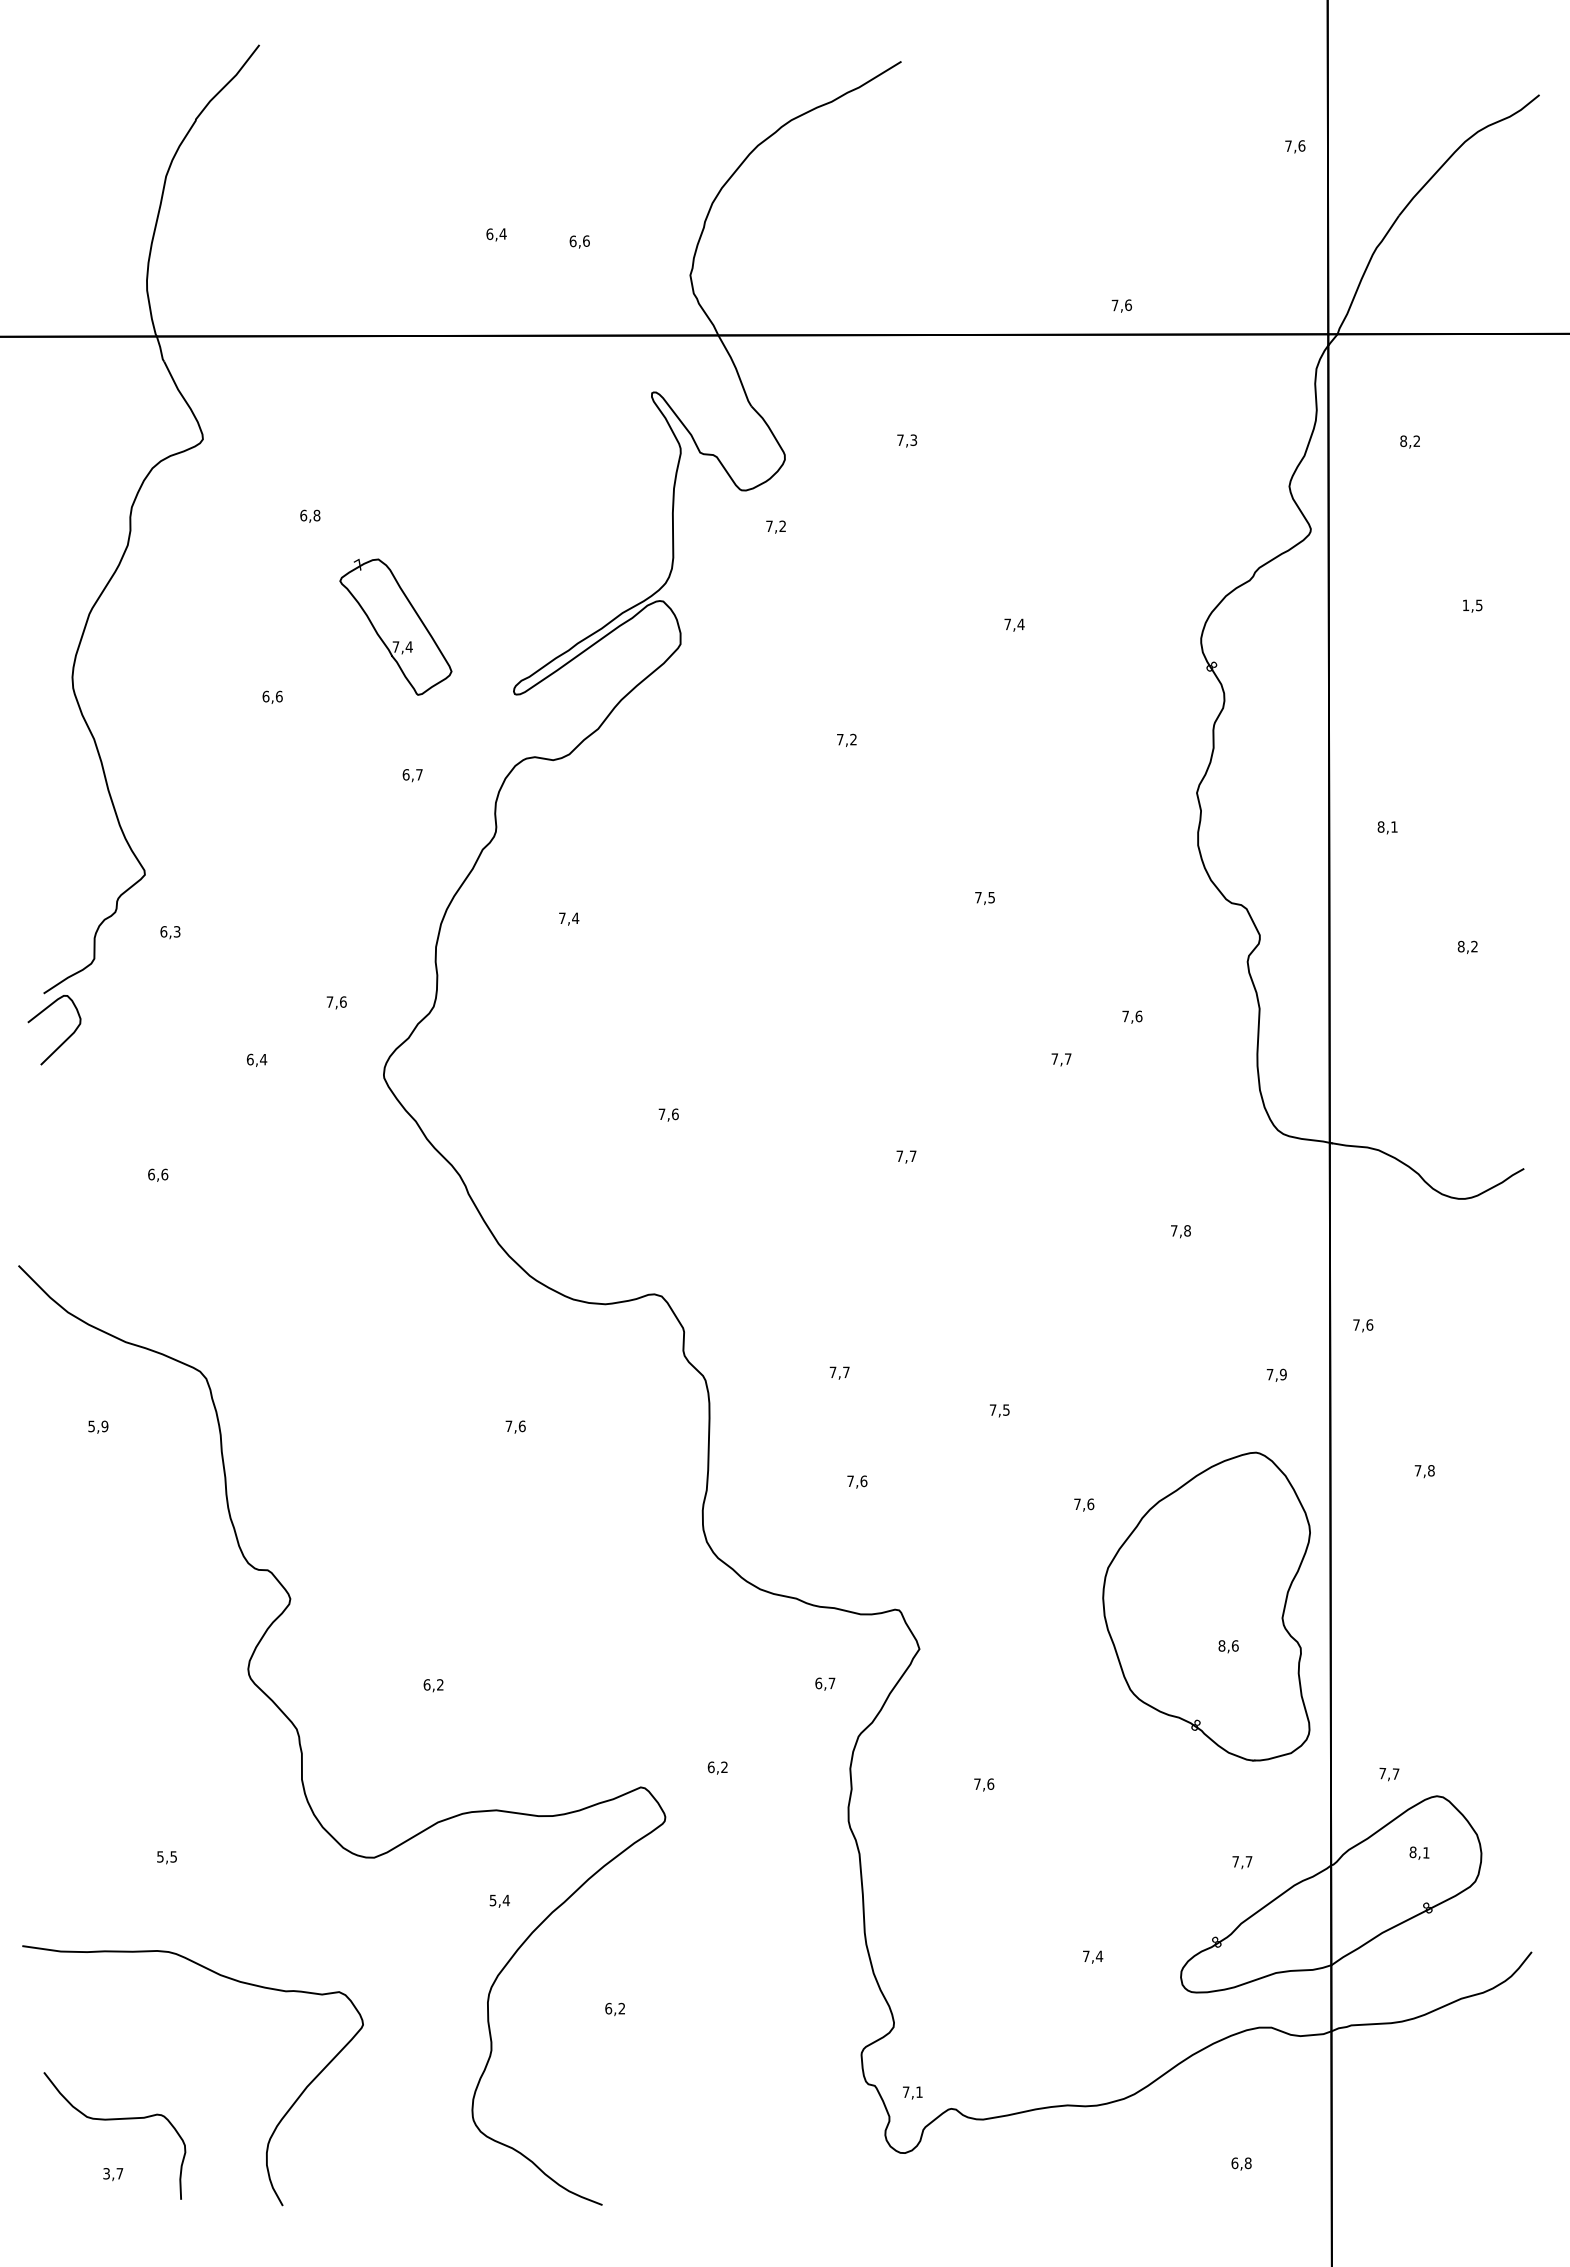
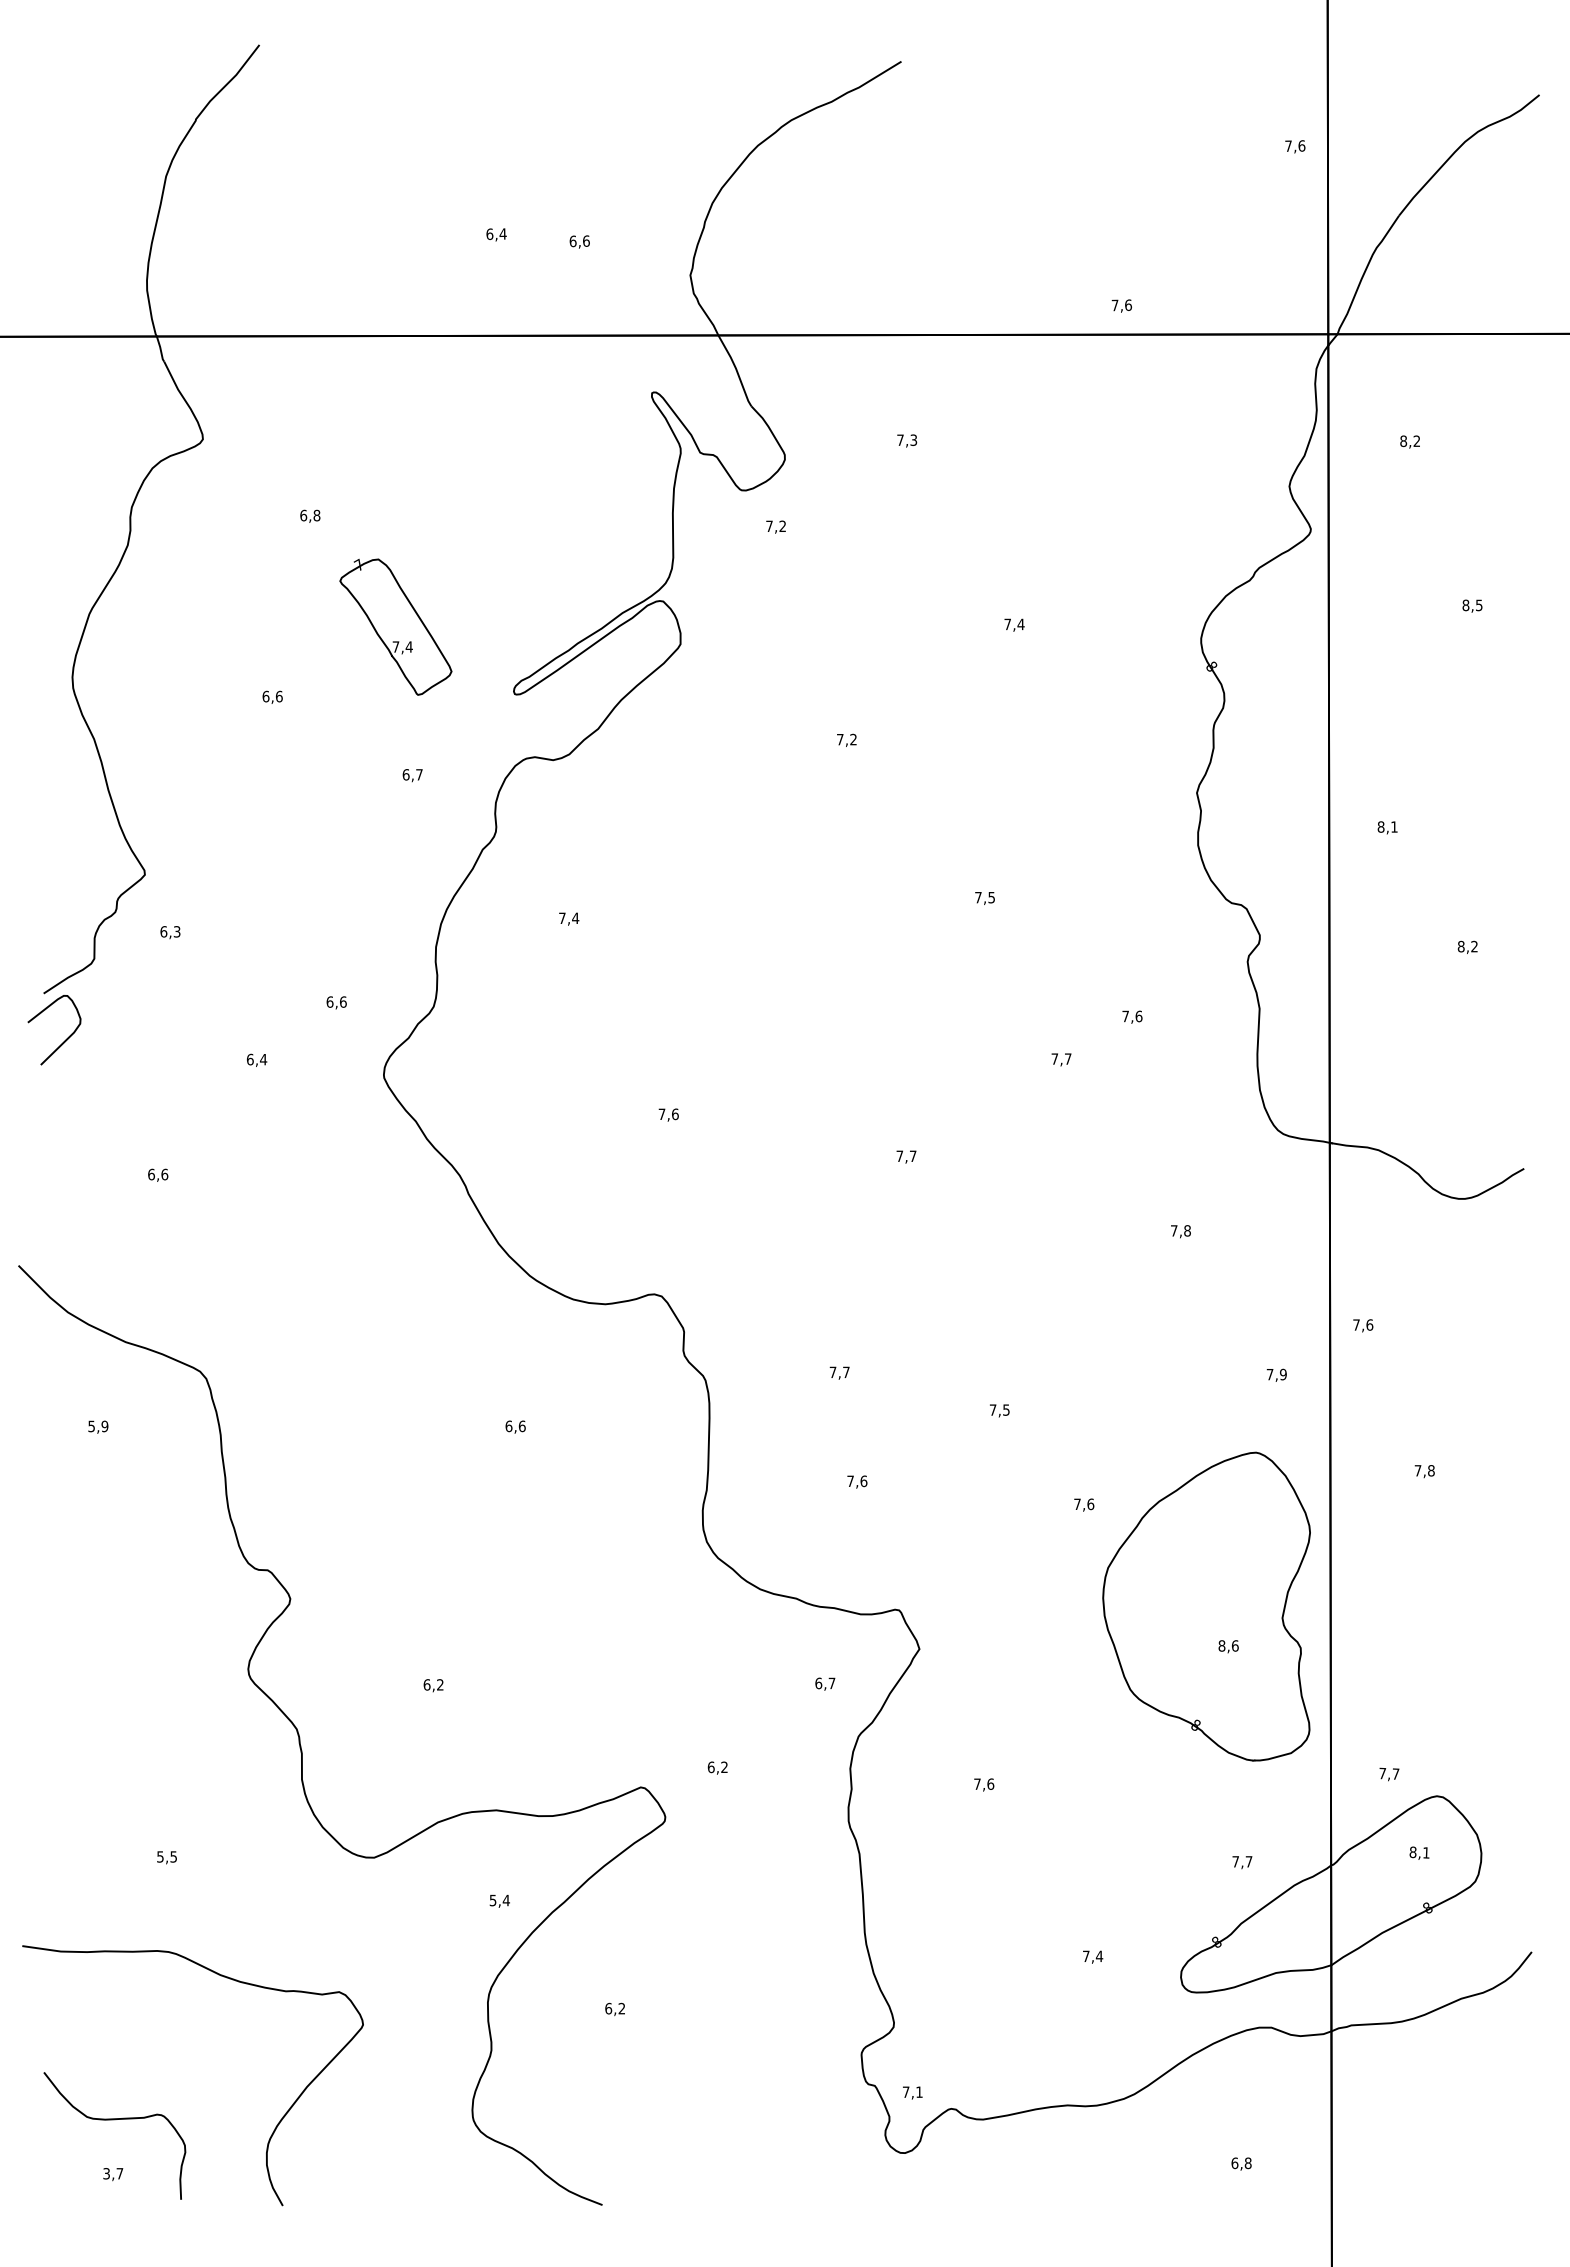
text at (1465, 605): 1,5 -> 8,5
text at (329, 1001): 7,6 -> 6,6
text at (508, 1426): 7,6 -> 6,6
